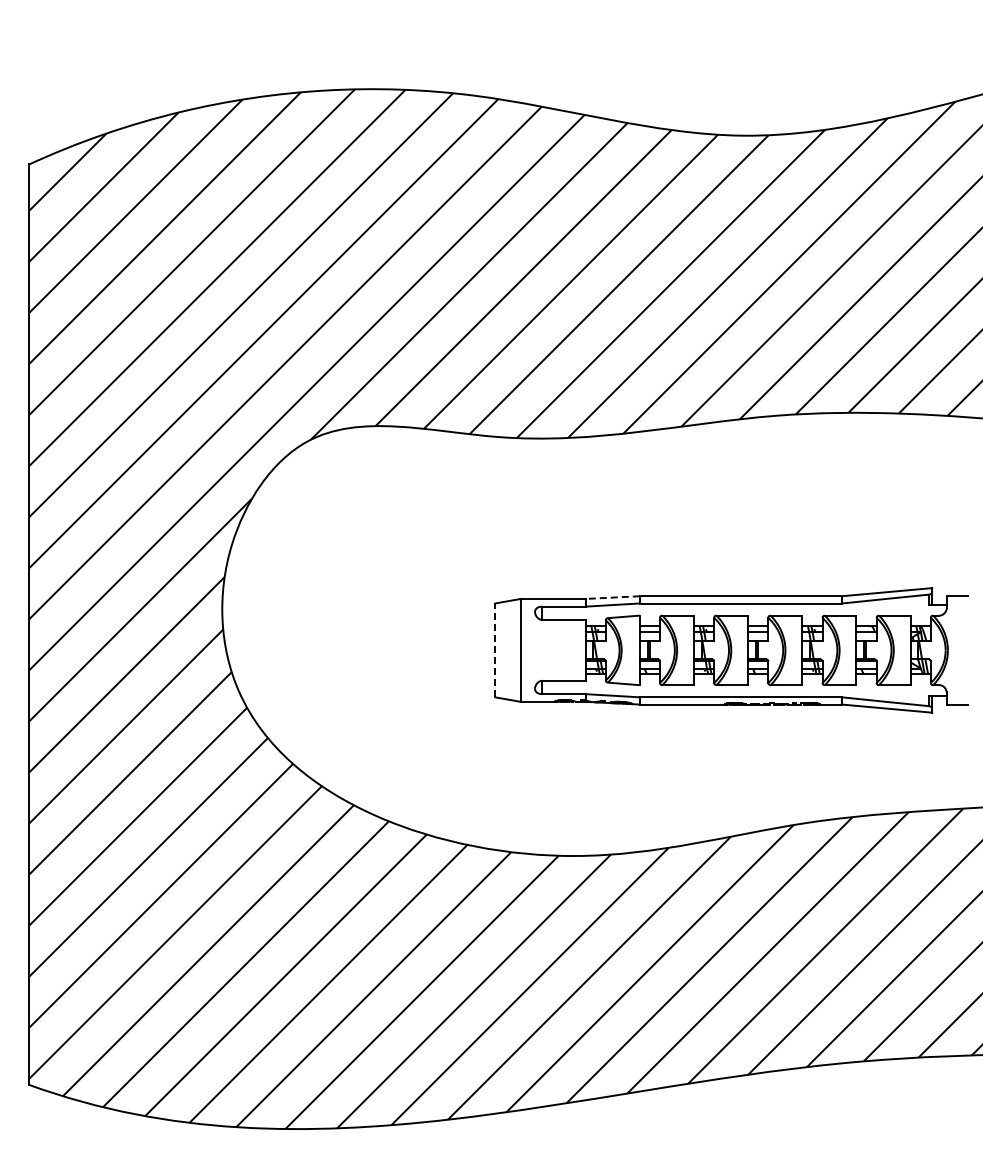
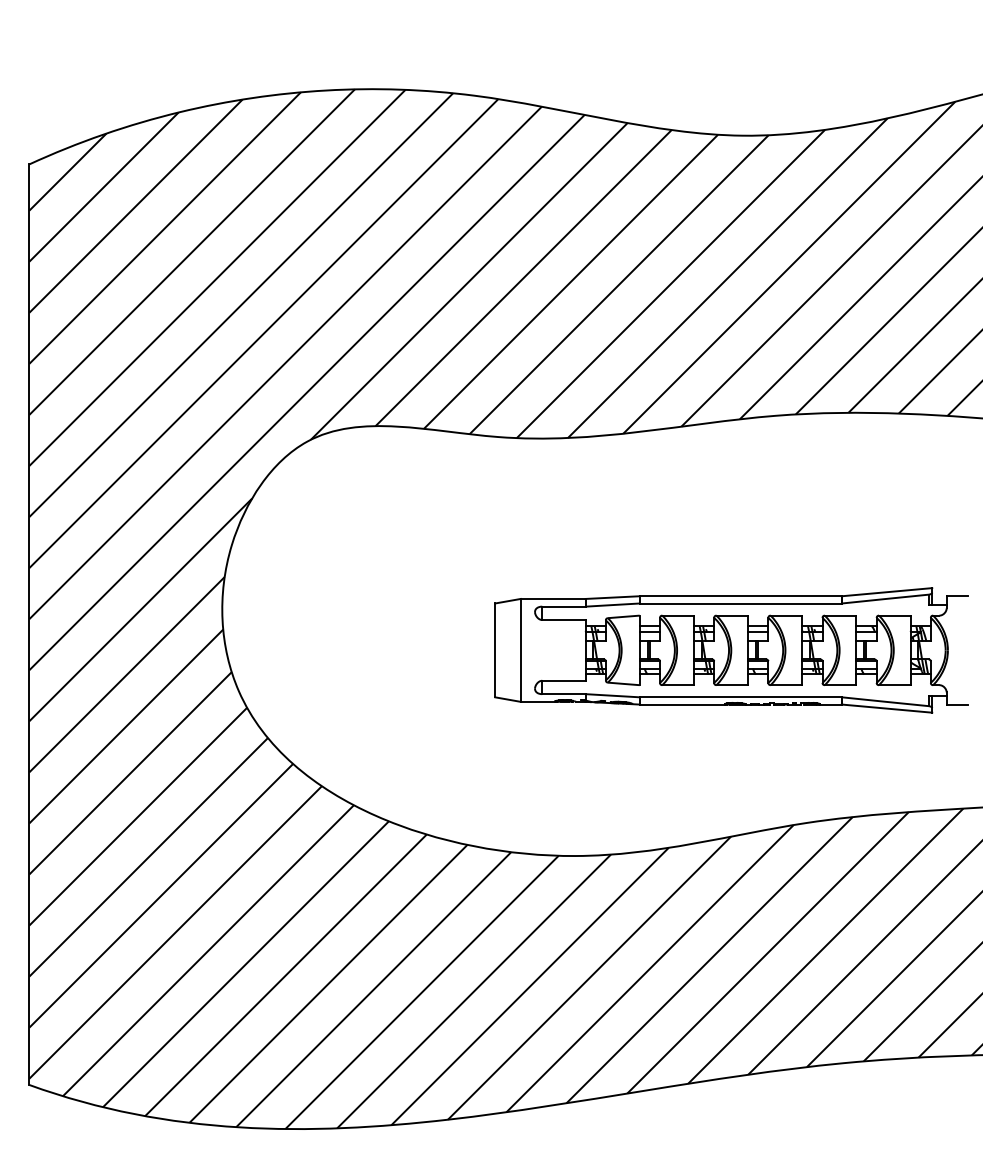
line at (612, 597): dashed -> solid
line at (495, 650): dashed -> solid
